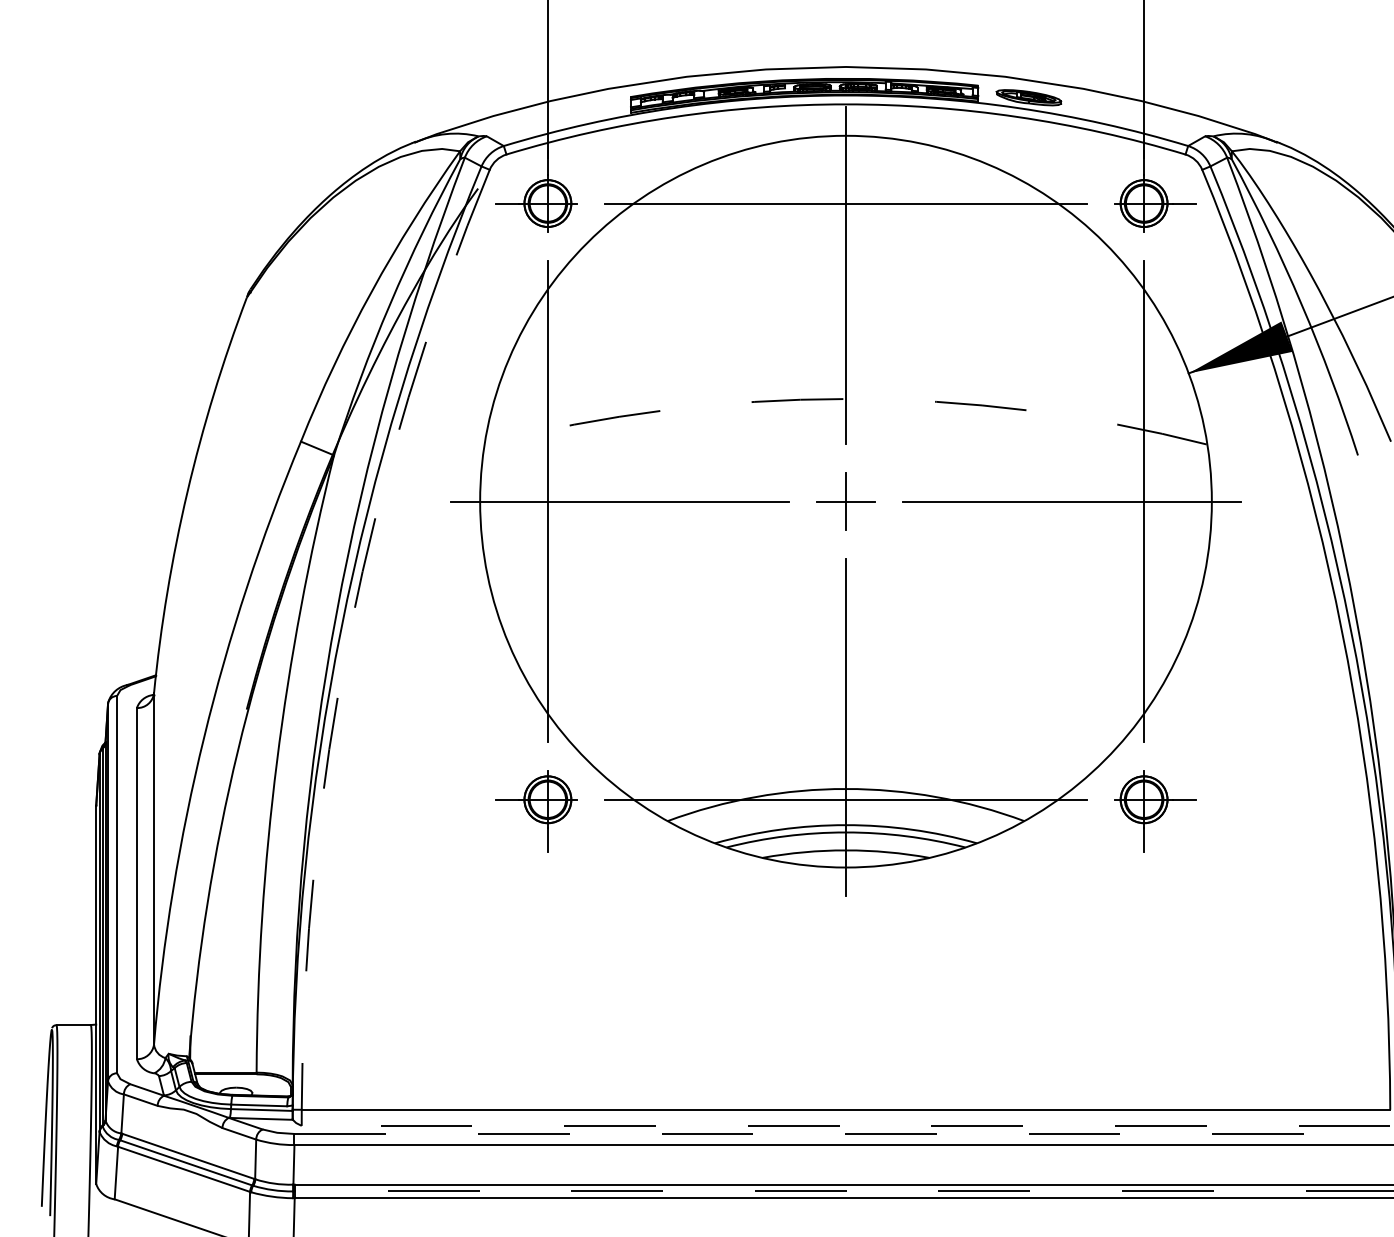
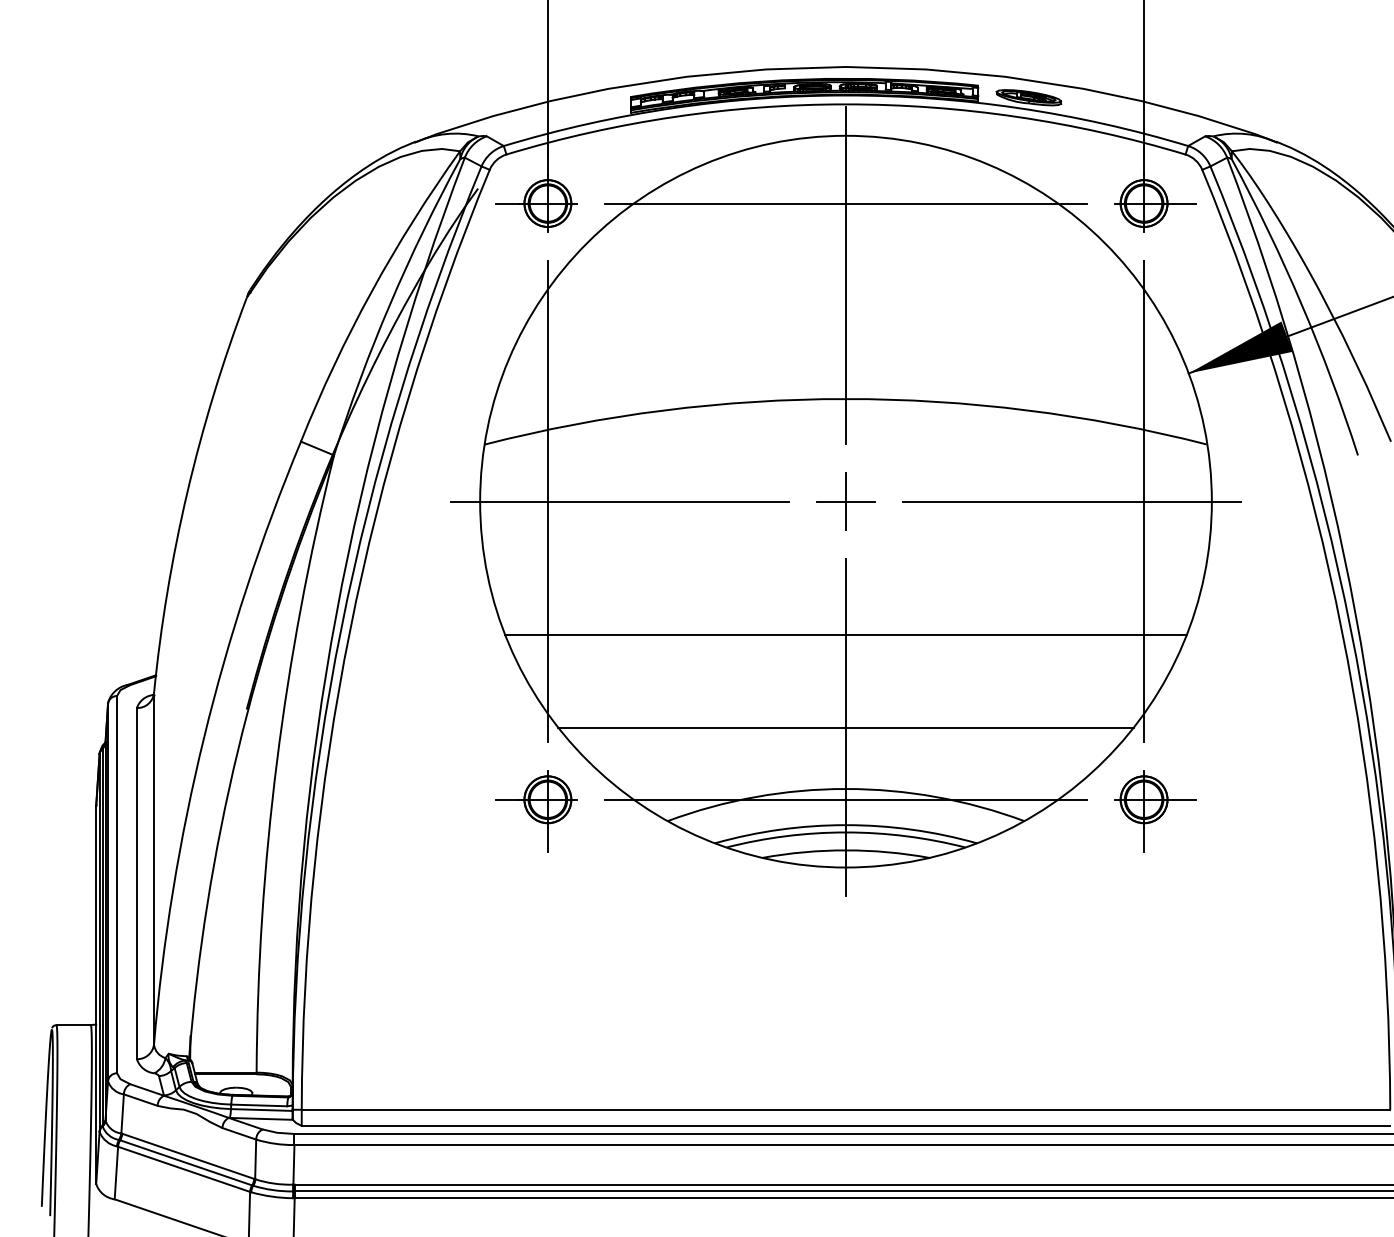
arc at (845, 399): dashed -> solid
arc at (350, 630): dashed -> solid
line at (845, 634): none -> present
line at (845, 727): none -> present
line at (845, 1125): dashed -> solid
line at (844, 1133): dashed -> solid
line at (843, 1191): dashed -> solid
